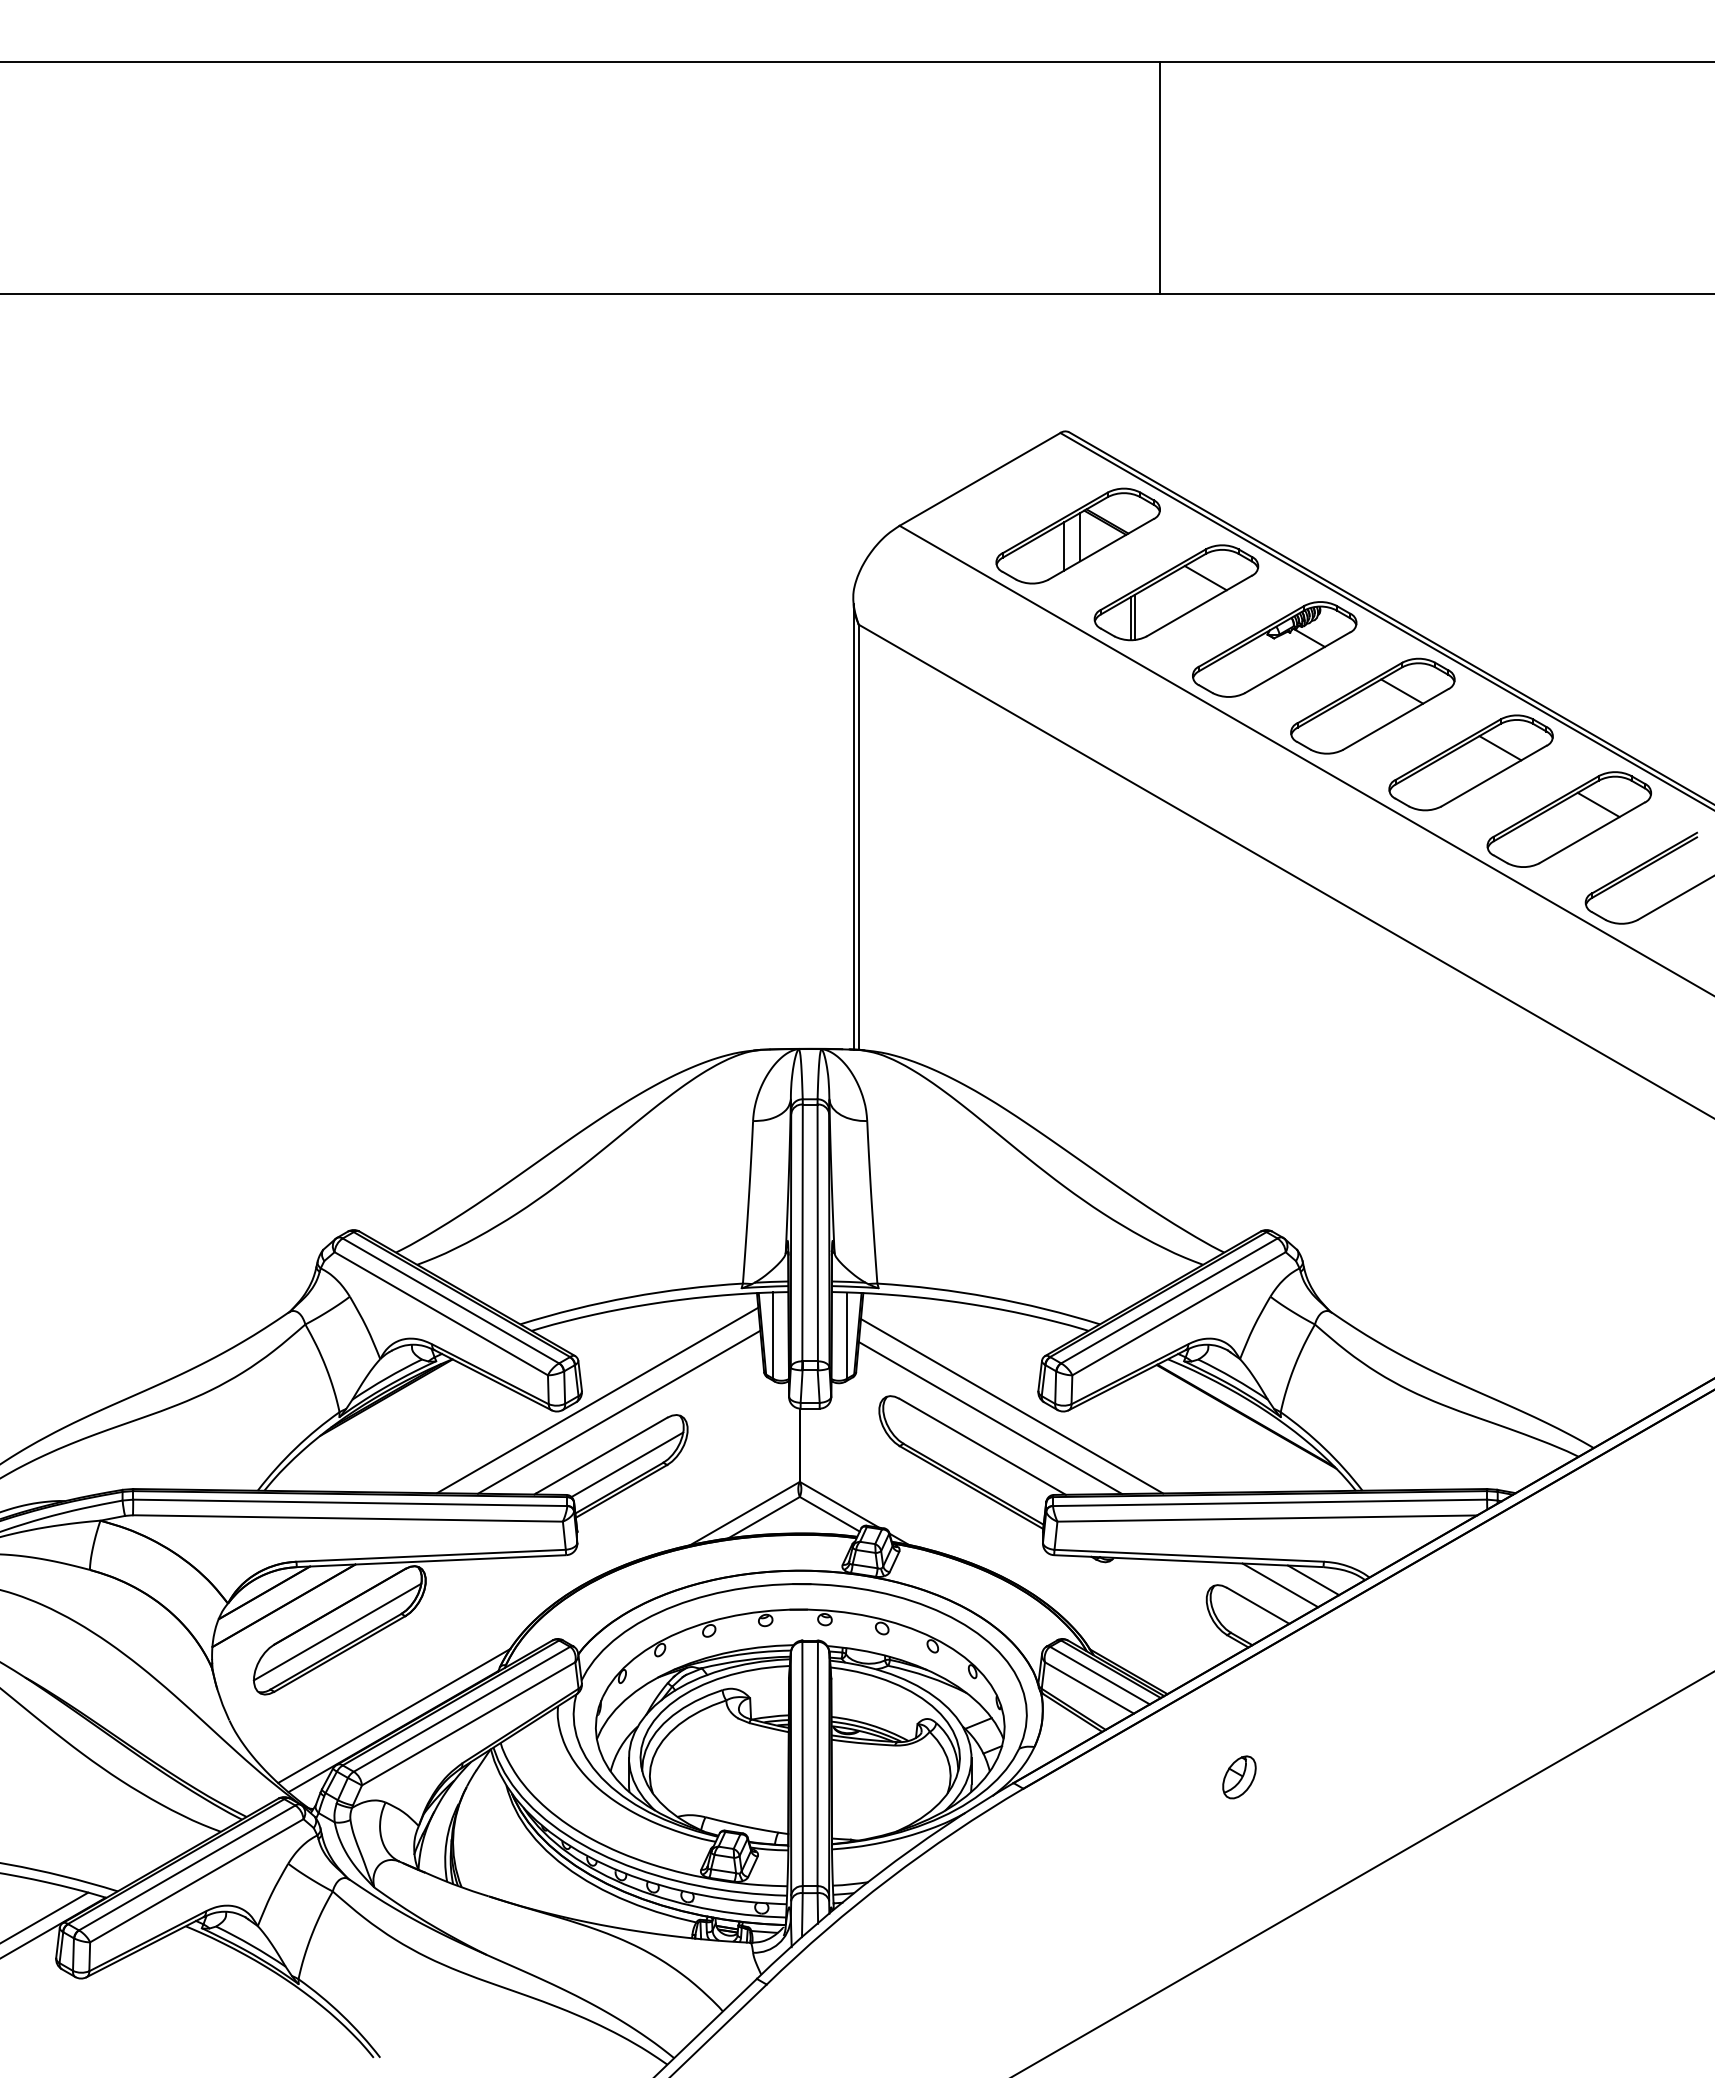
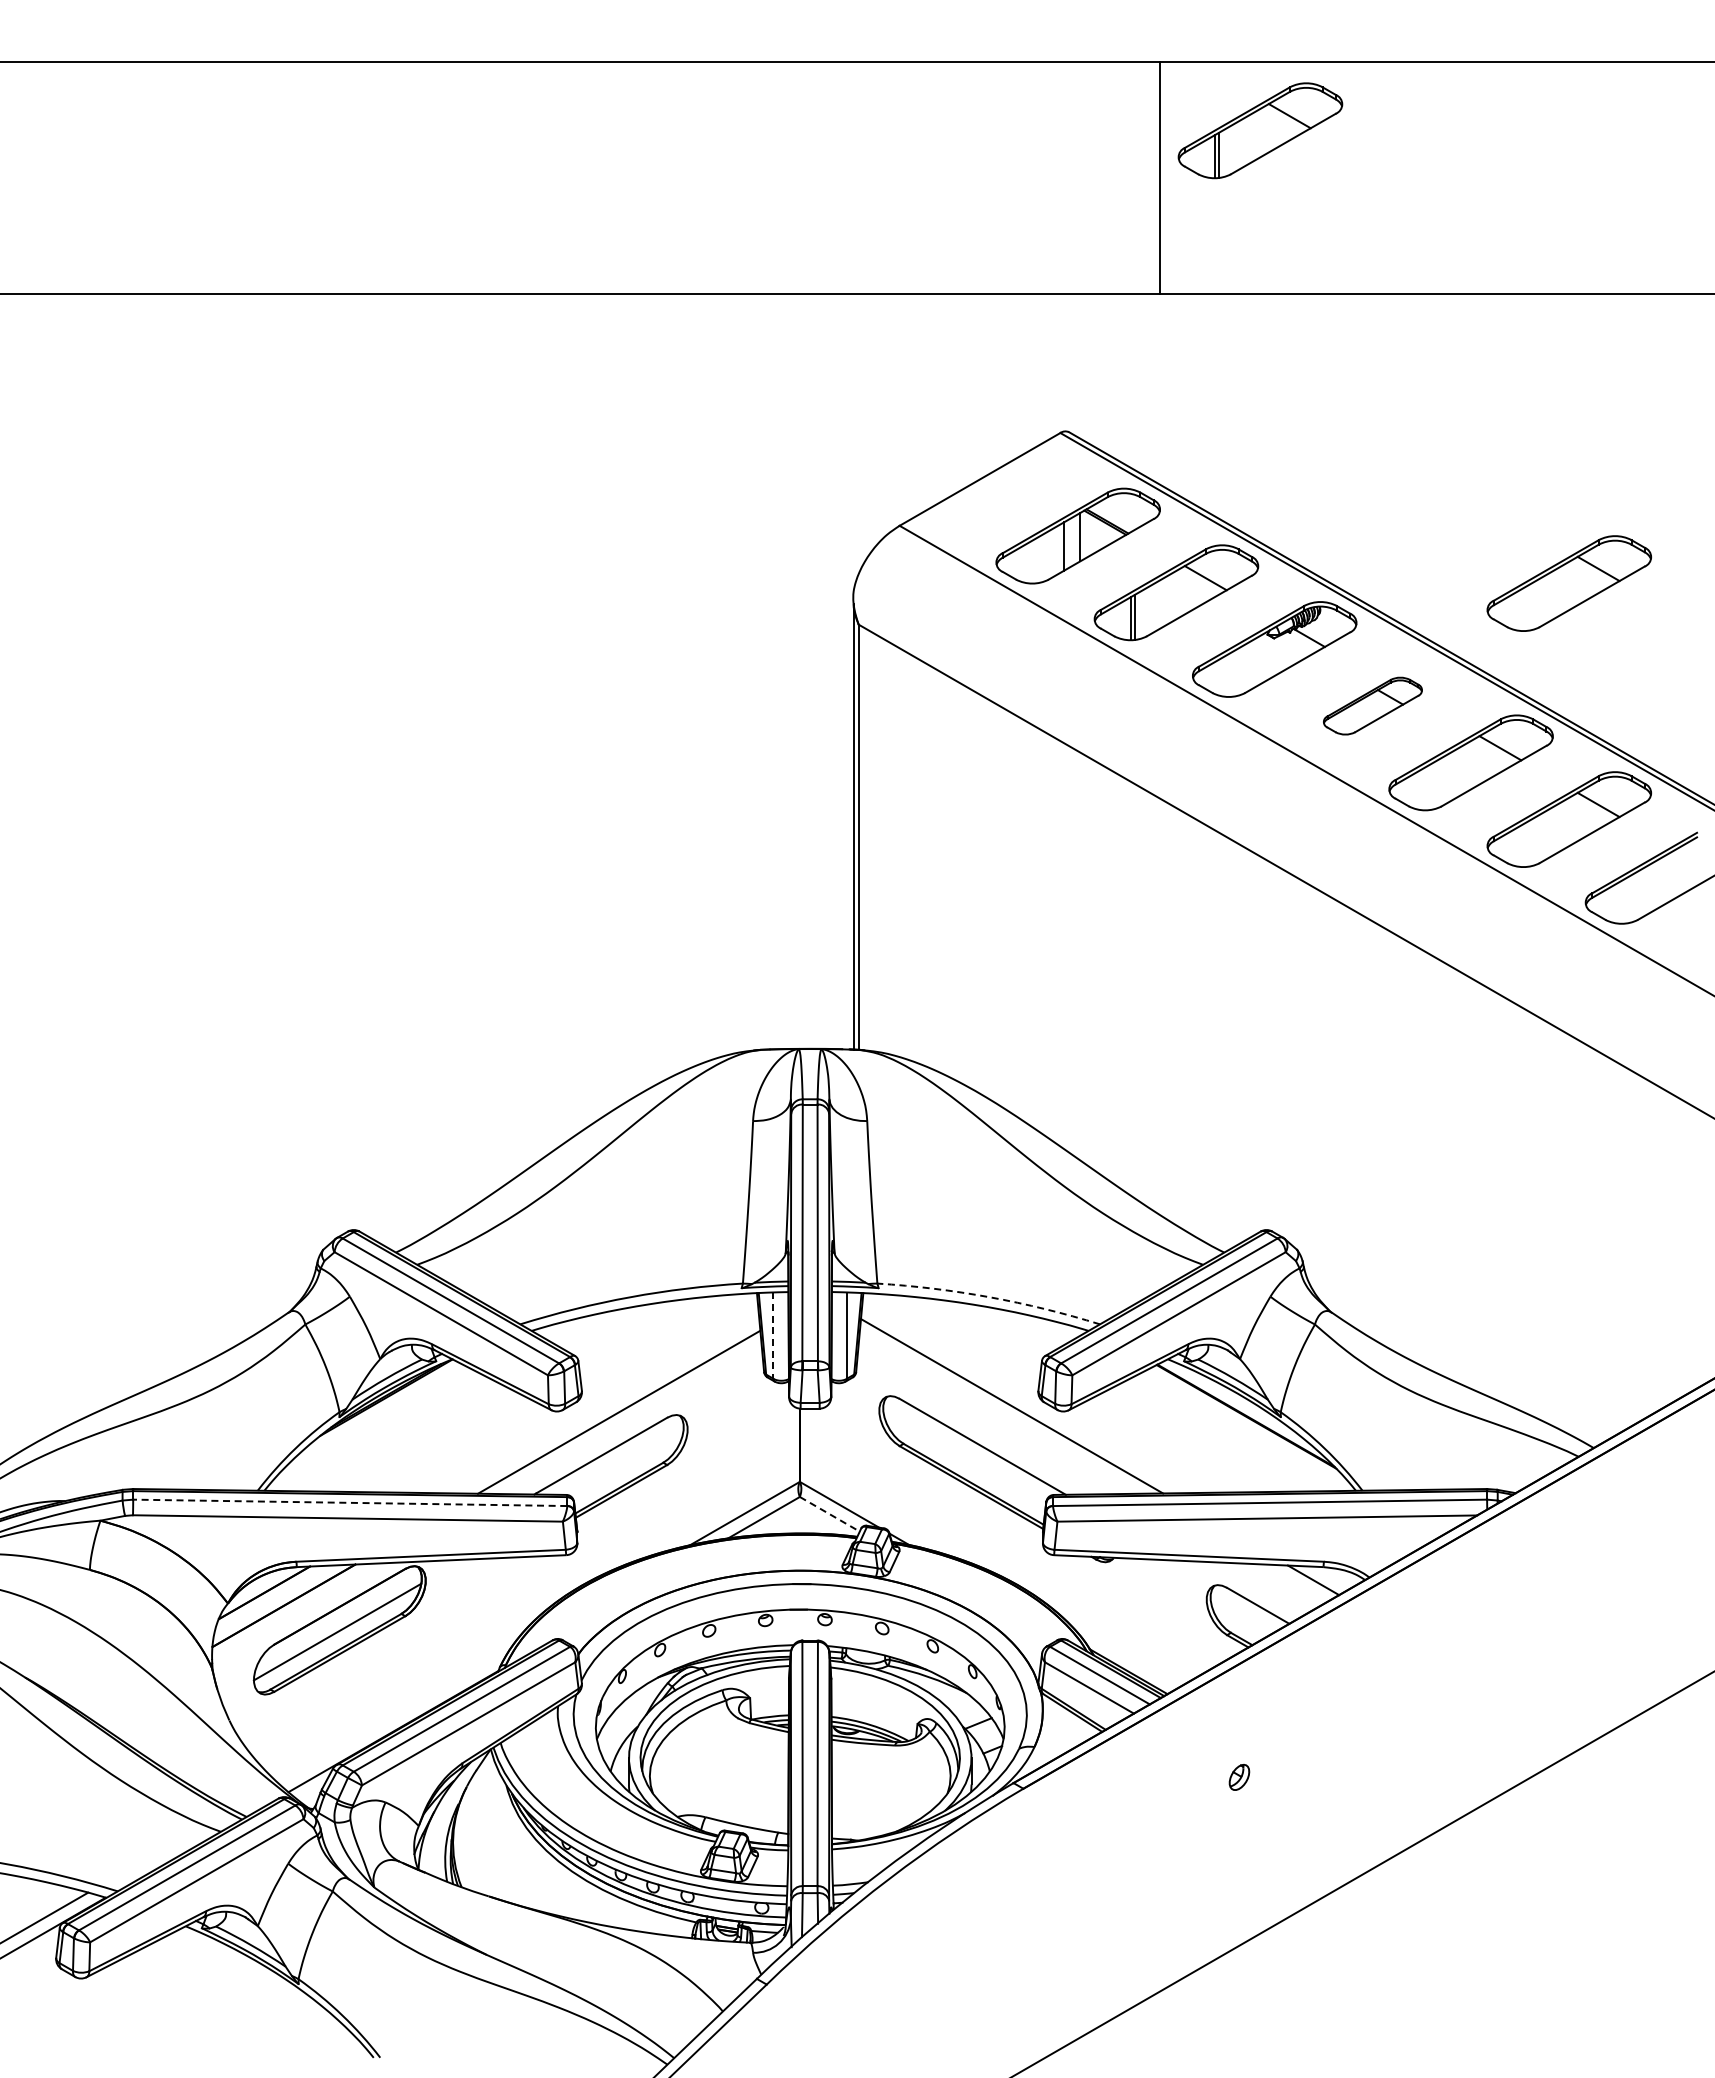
part at (1260, 130): none -> present
part at (1568, 583): none -> present
part at (1372, 705) size: 166x98 px -> 100x60 px
arc at (989, 1297): solid -> dashed
line at (773, 1336): solid -> dashed
line at (597, 1400): present -> none
line at (990, 1418): present -> none
line at (627, 1464): present -> none
line at (349, 1502): solid -> dashed
line at (829, 1514): solid -> dashed
line at (1280, 1585): present -> none
line at (394, 1715): present -> none
part at (1239, 1777) size: 35x45 px -> 23x27 px
